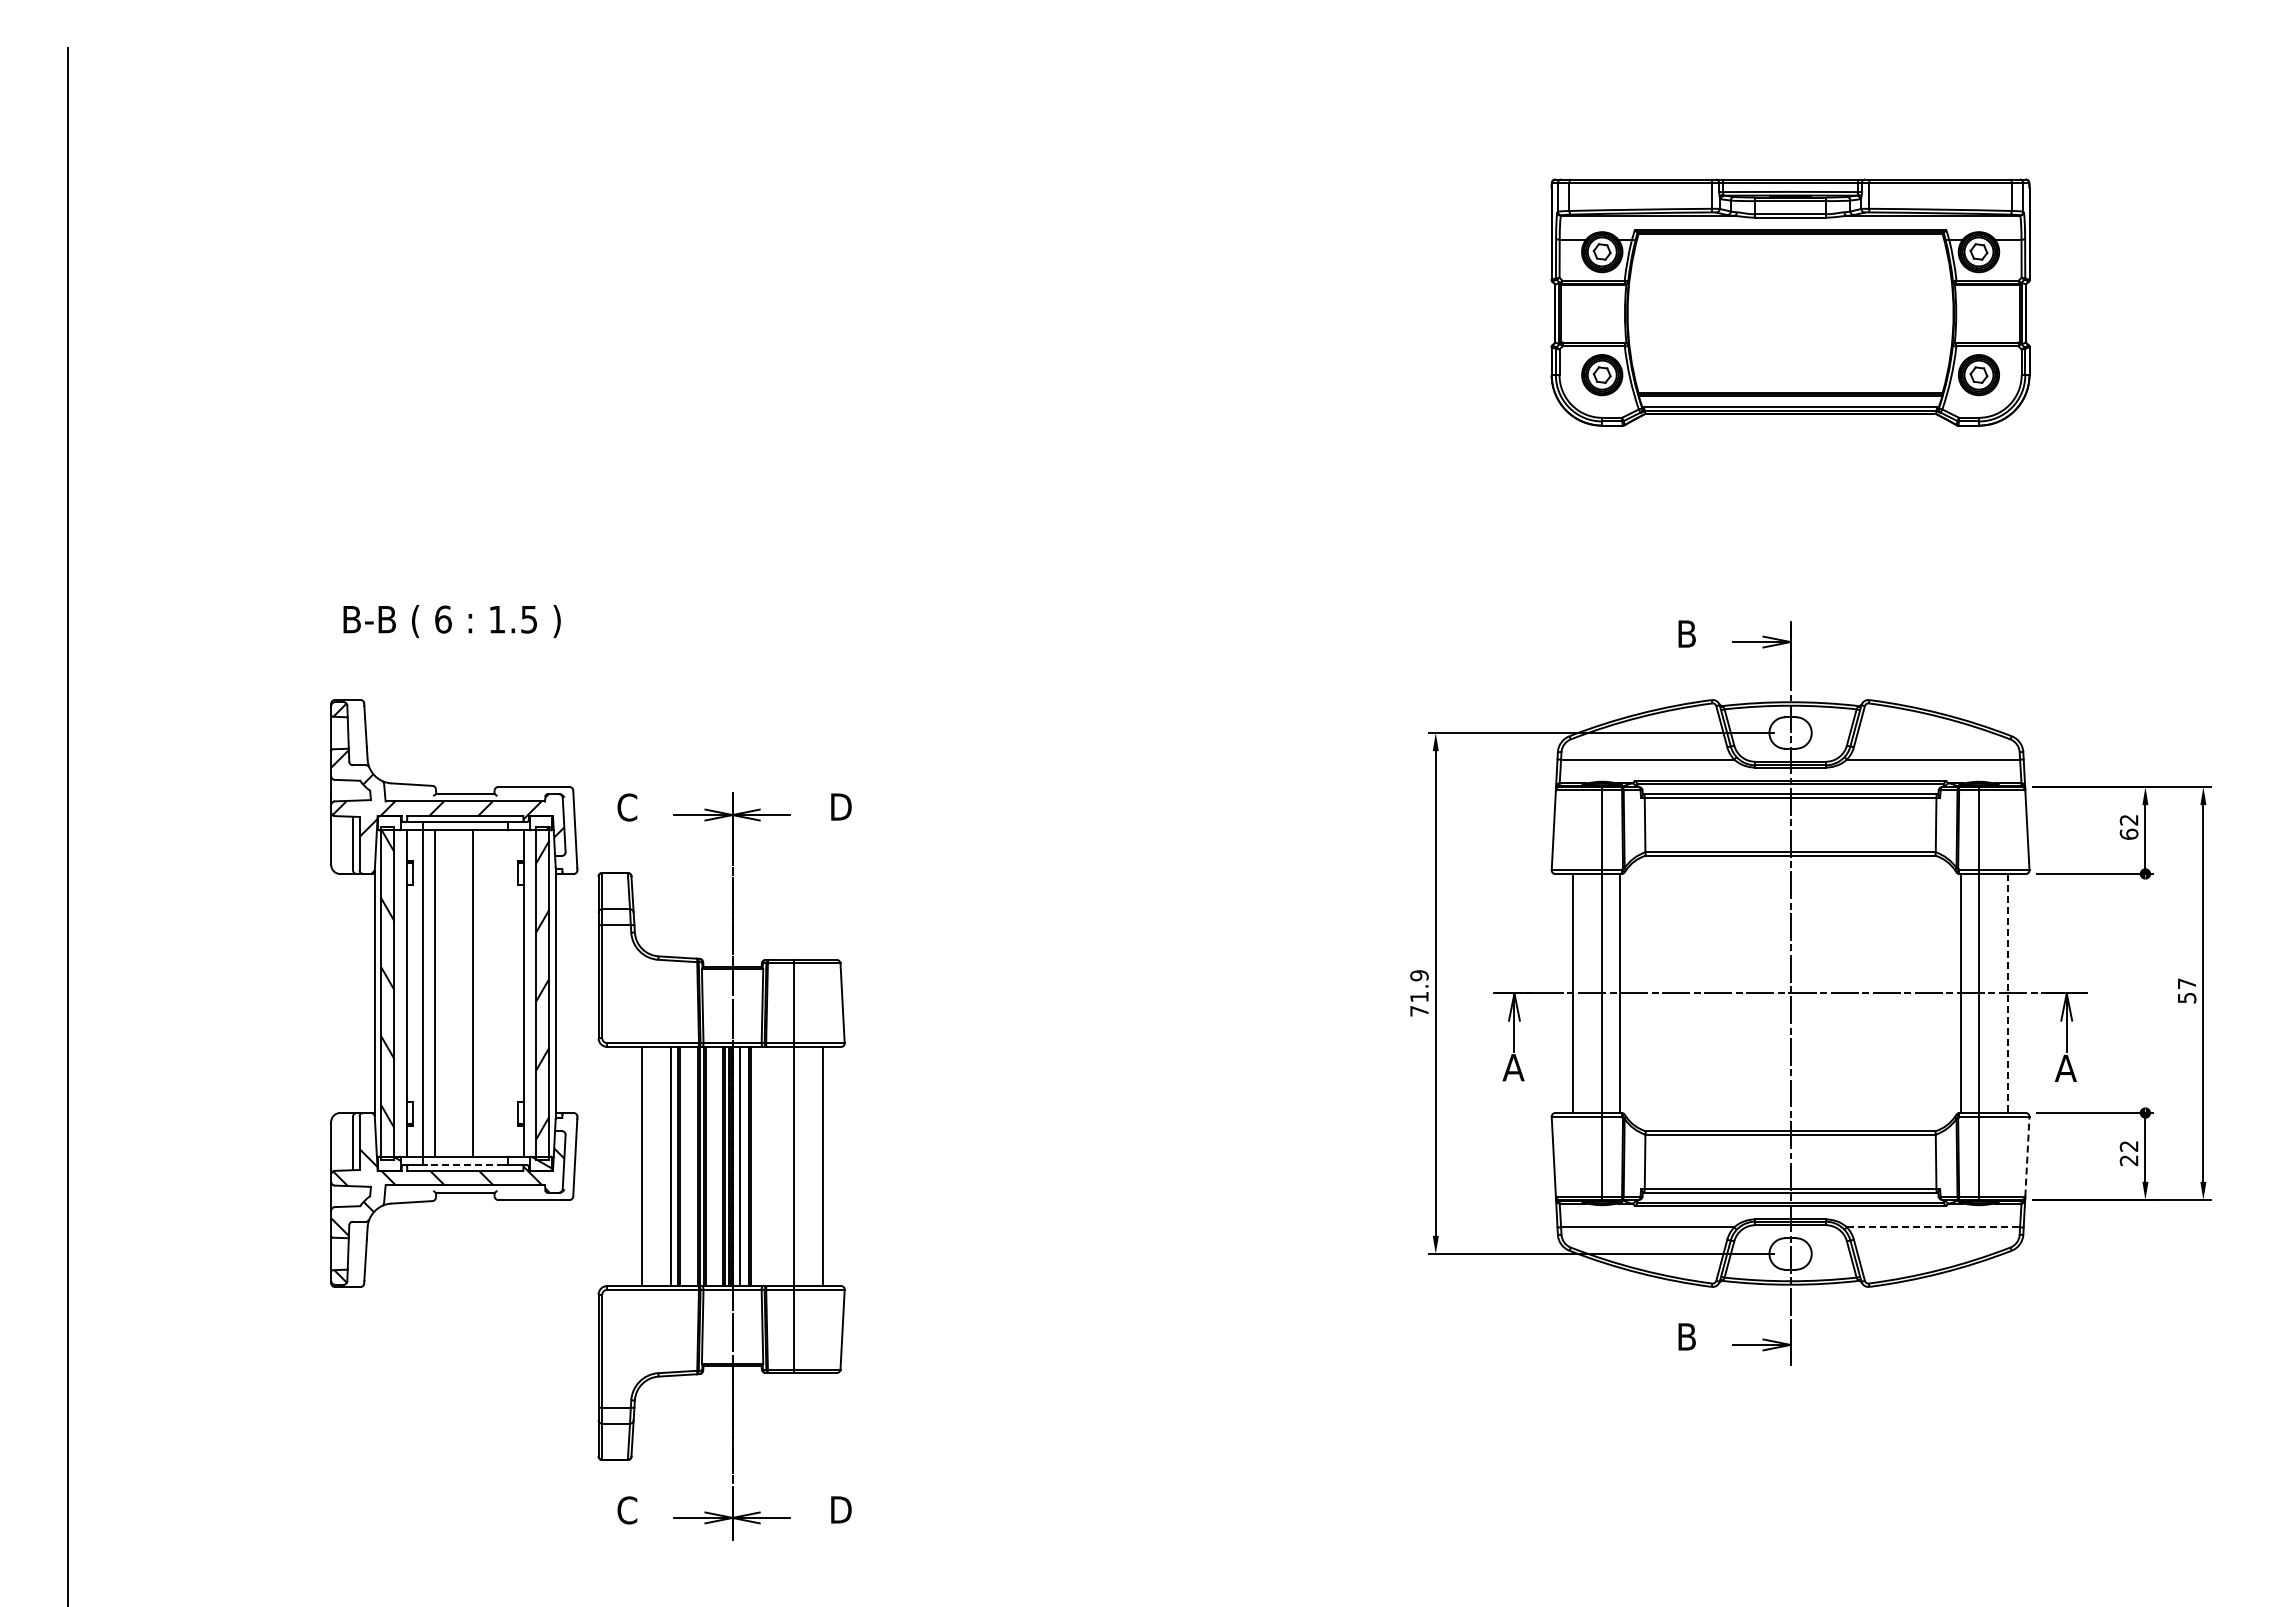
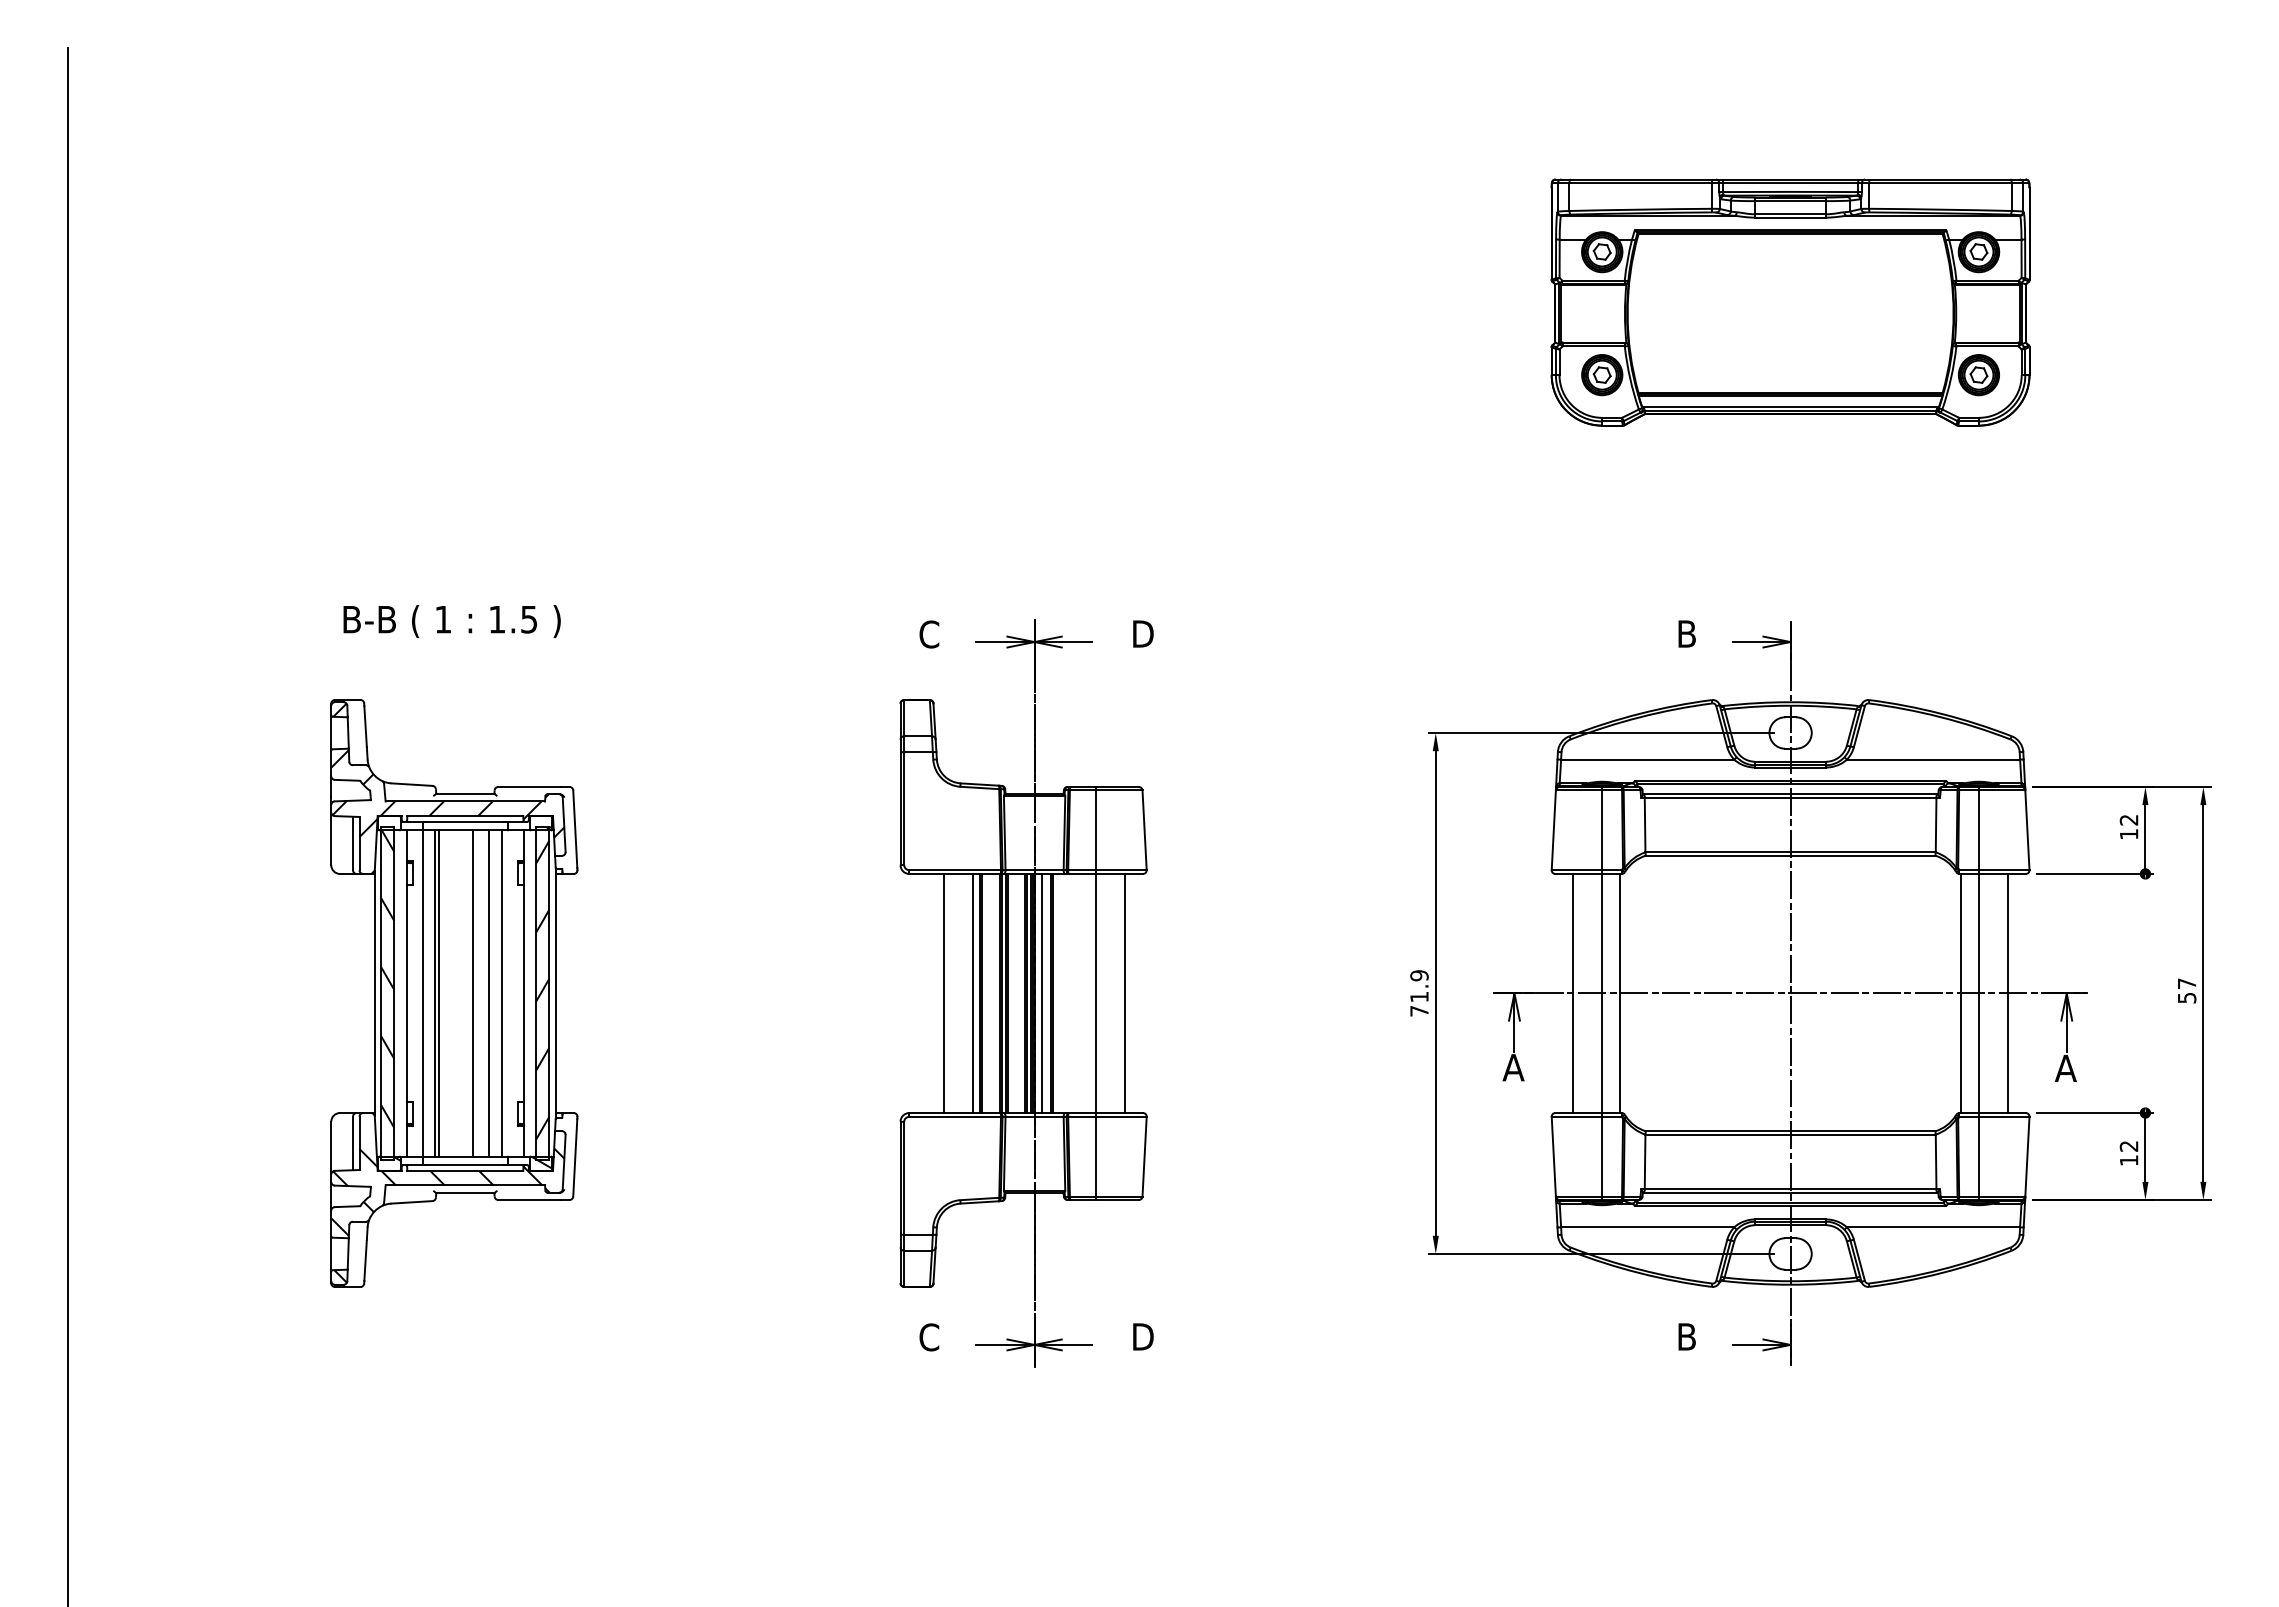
text at (443, 619): 6 -> 1
text at (2128, 833): 62 -> 12
line at (439, 993): none -> present
line at (489, 993): none -> present
line at (501, 993): none -> present
line at (2007, 993): dashed -> solid
line at (2027, 1156): dashed -> solid
text at (2128, 1160): 22 -> 12
line at (465, 1165): dashed -> solid
part at (724, 1166) position: (724, 1166) -> (1026, 993)
line at (1933, 1227): dashed -> solid
